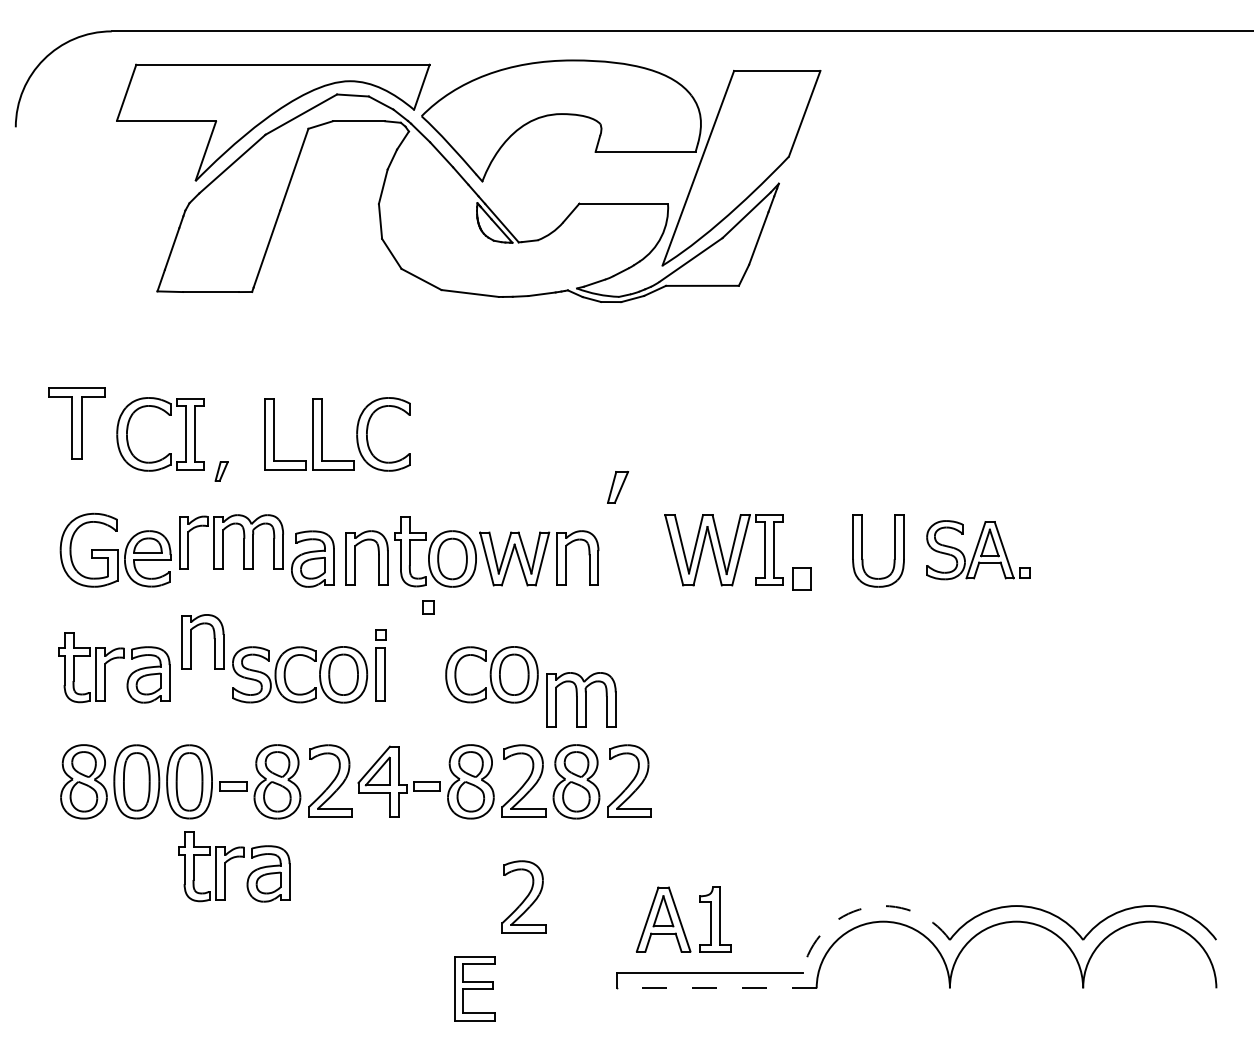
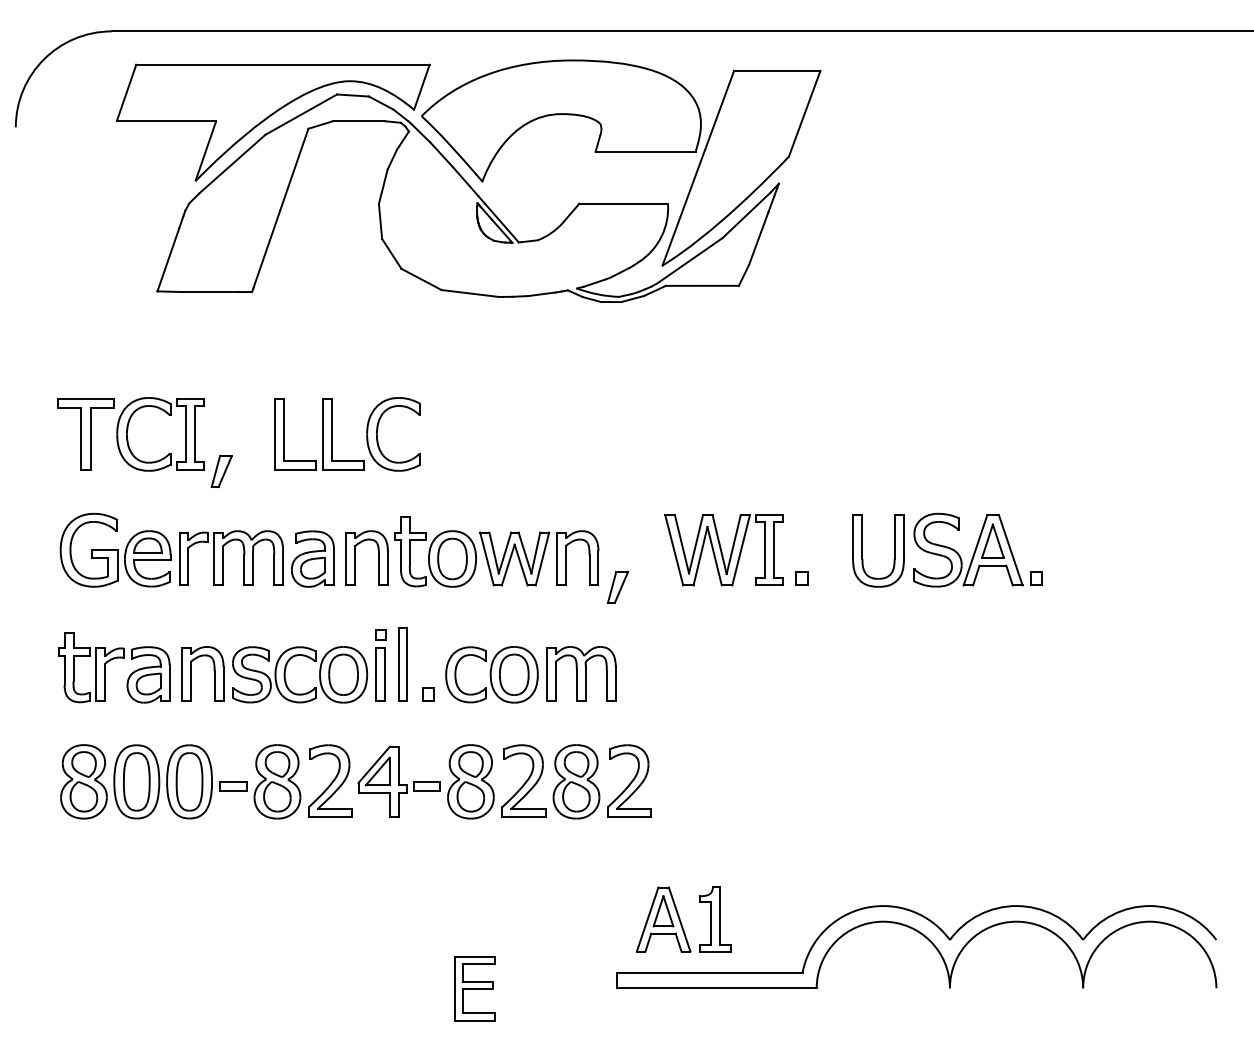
part at (76, 423) position: (76, 423) -> (85, 434)
part at (322, 434) position: (322, 434) -> (332, 434)
part at (221, 471) size: 15x21 px -> 23x33 px
part at (618, 487) position: (618, 487) -> (618, 587)
part at (223, 541) position: (223, 541) -> (223, 557)
part at (978, 550) size: 105x61 px -> 130x76 px
part at (801, 578) size: 20x24 px -> 14x15 px
part at (428, 607) position: (428, 607) -> (428, 694)
part at (191, 641) position: (191, 641) -> (191, 673)
part at (402, 664): none -> present
part at (581, 699) position: (581, 699) -> (581, 673)
part at (231, 859): present -> none
part at (523, 896): present -> none
arc at (865, 907): dashed -> solid
line at (716, 988): dashed -> solid
